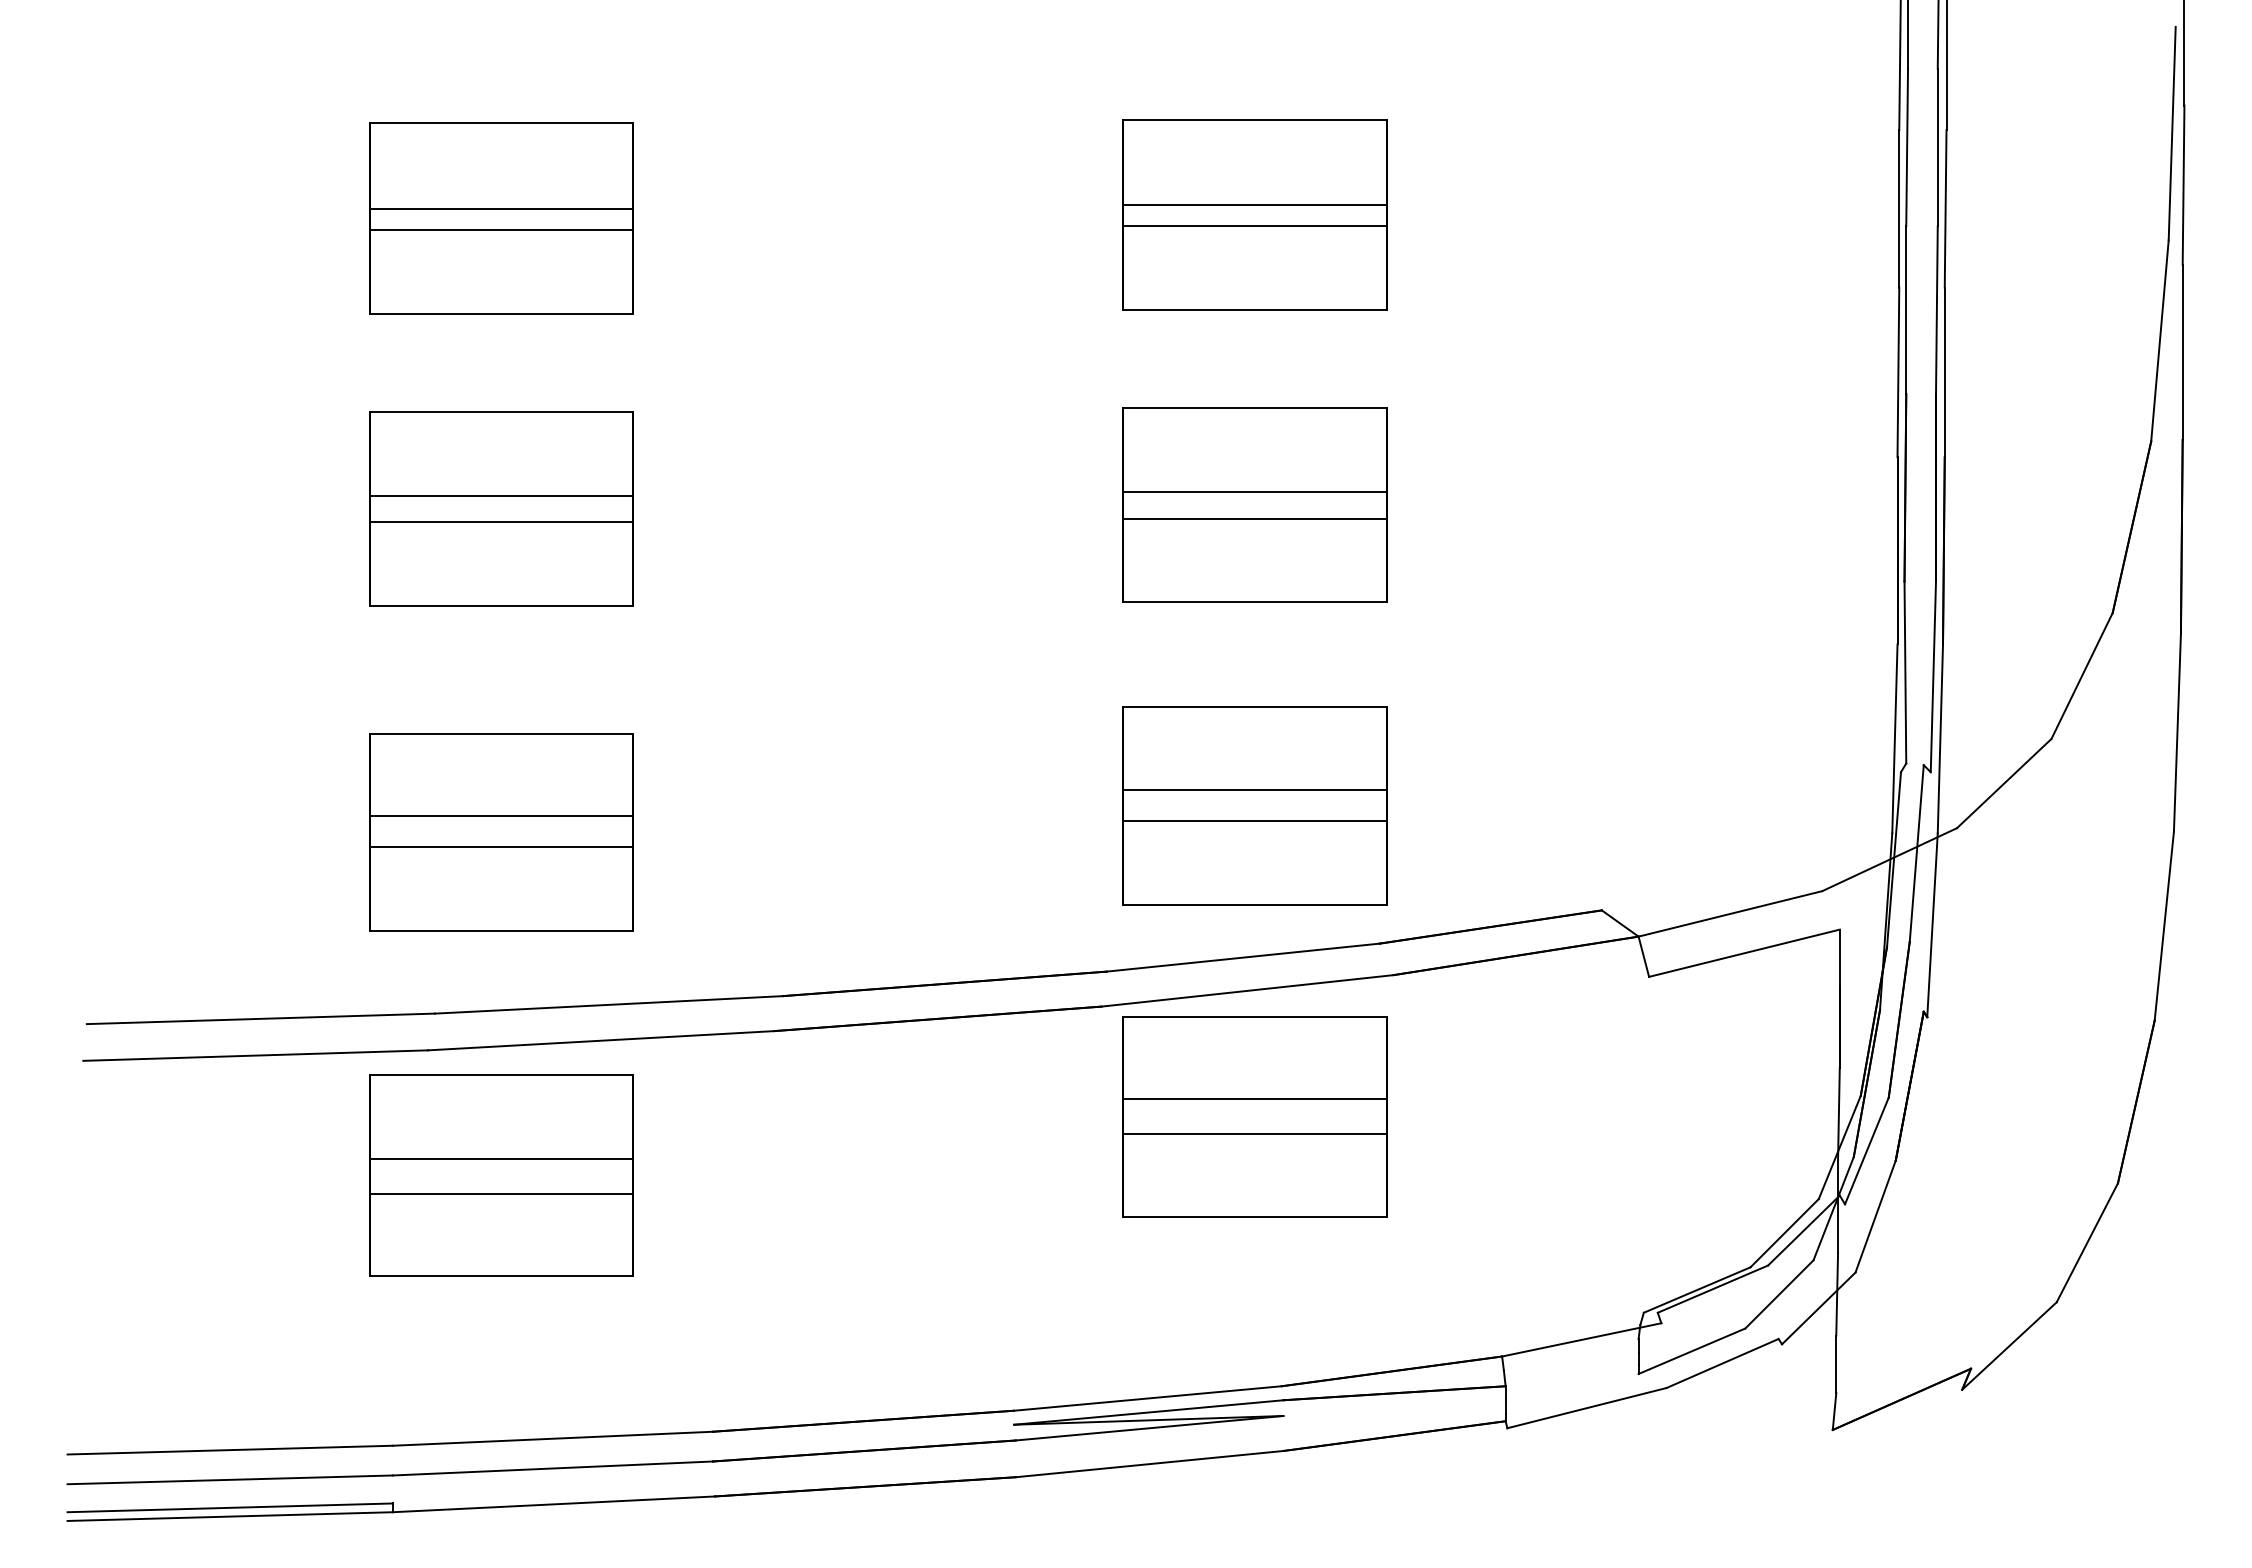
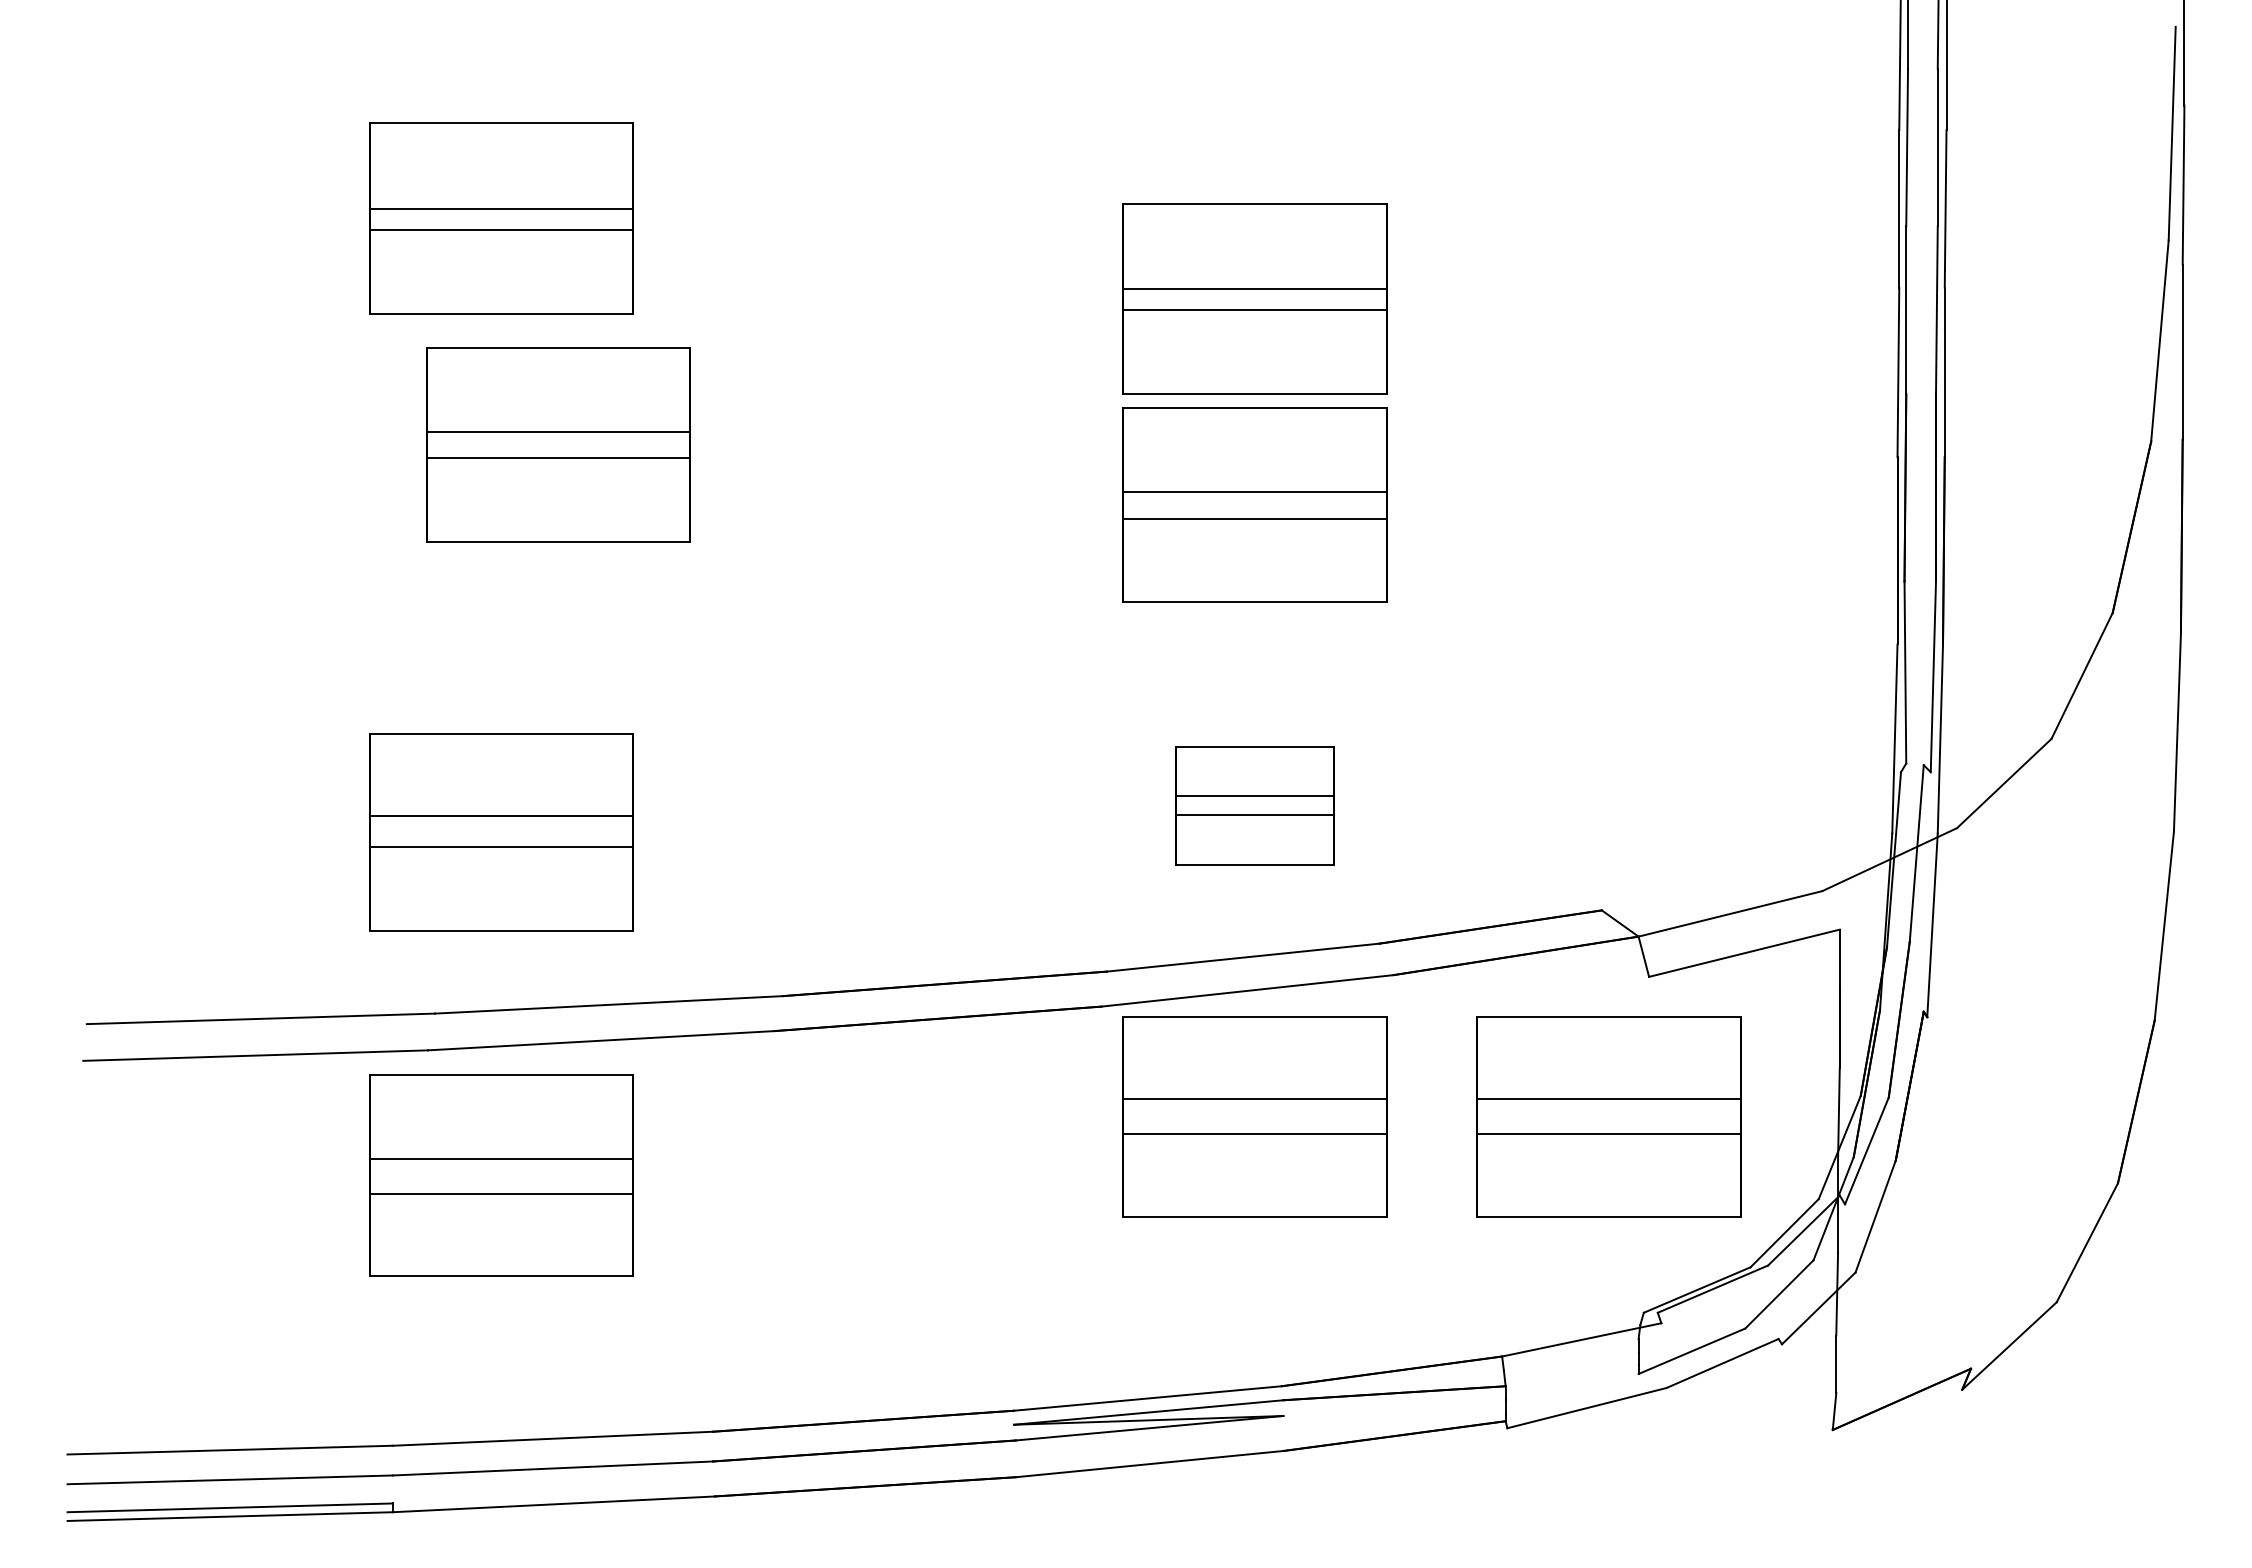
part at (1254, 214) position: (1254, 214) -> (1254, 298)
part at (501, 508) position: (501, 508) -> (558, 444)
part at (1254, 805) size: 266x200 px -> 160x120 px
part at (1608, 1116): none -> present
